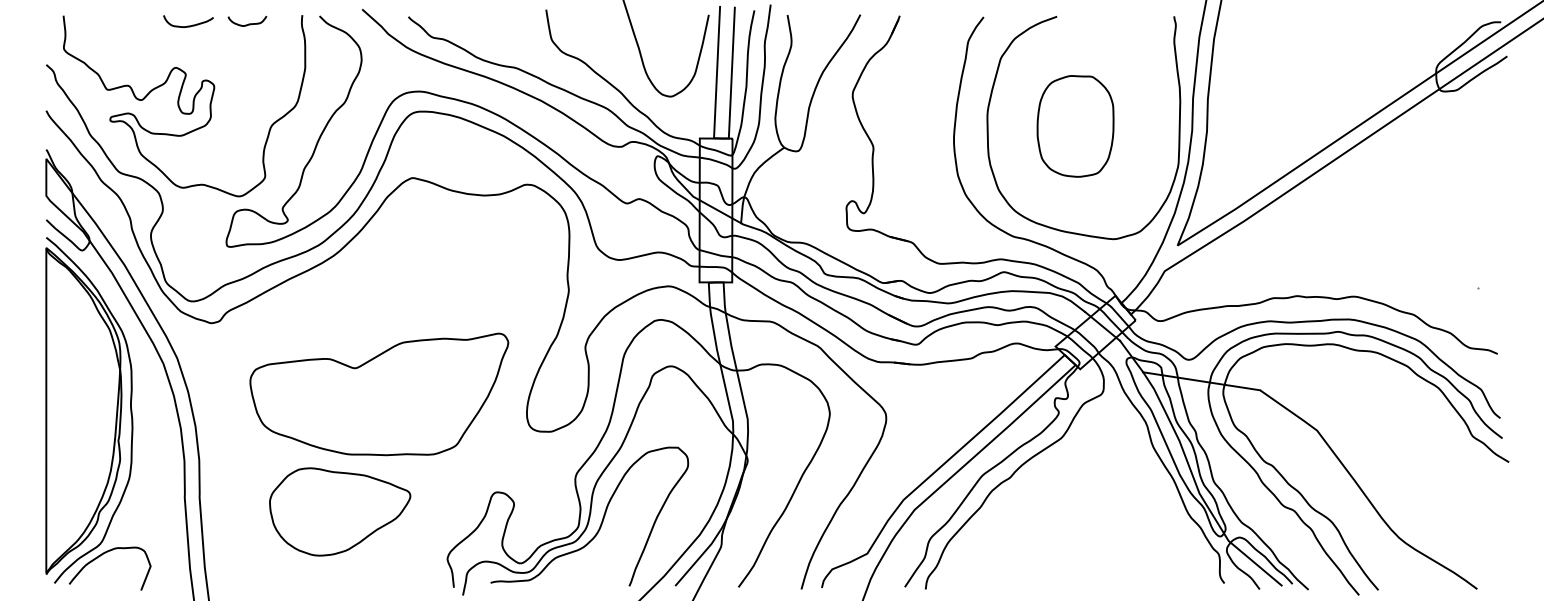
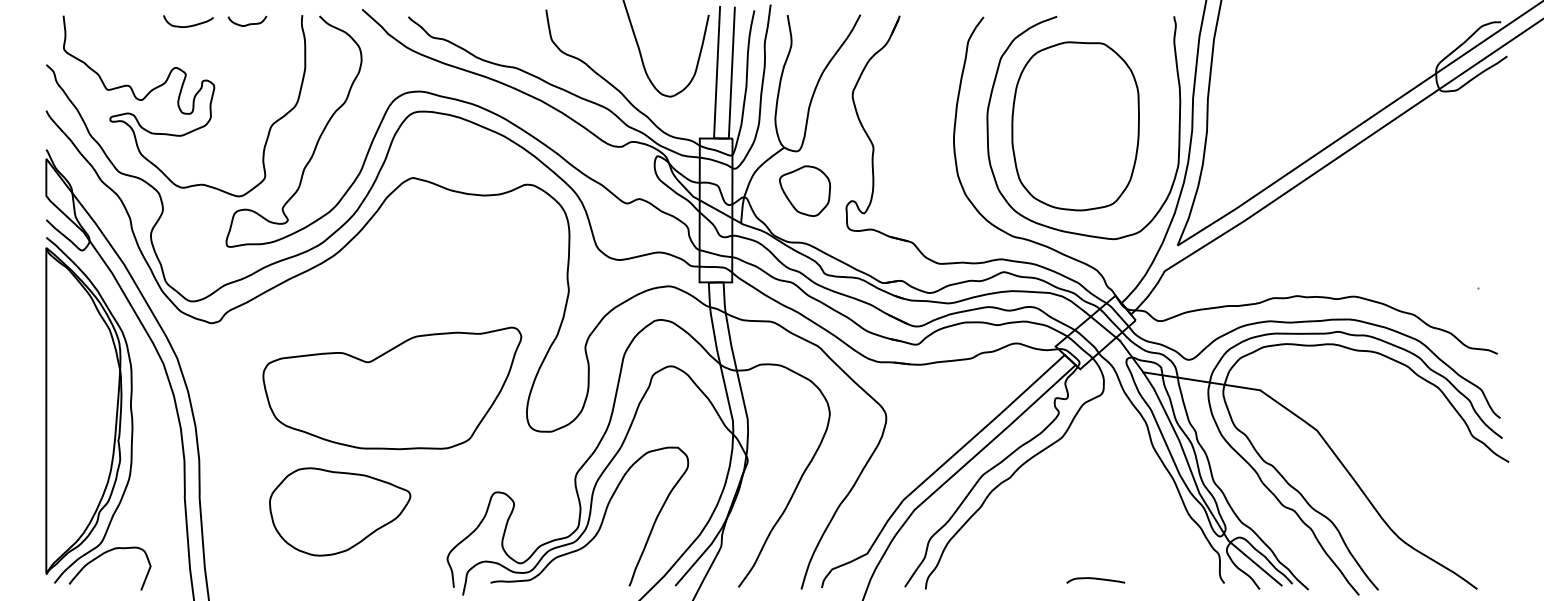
part at (1075, 126) size: 79x103 px -> 129x171 px
part at (804, 190): none -> present
part at (379, 394) position: (379, 394) -> (392, 388)
curve at (1095, 579): none -> present
